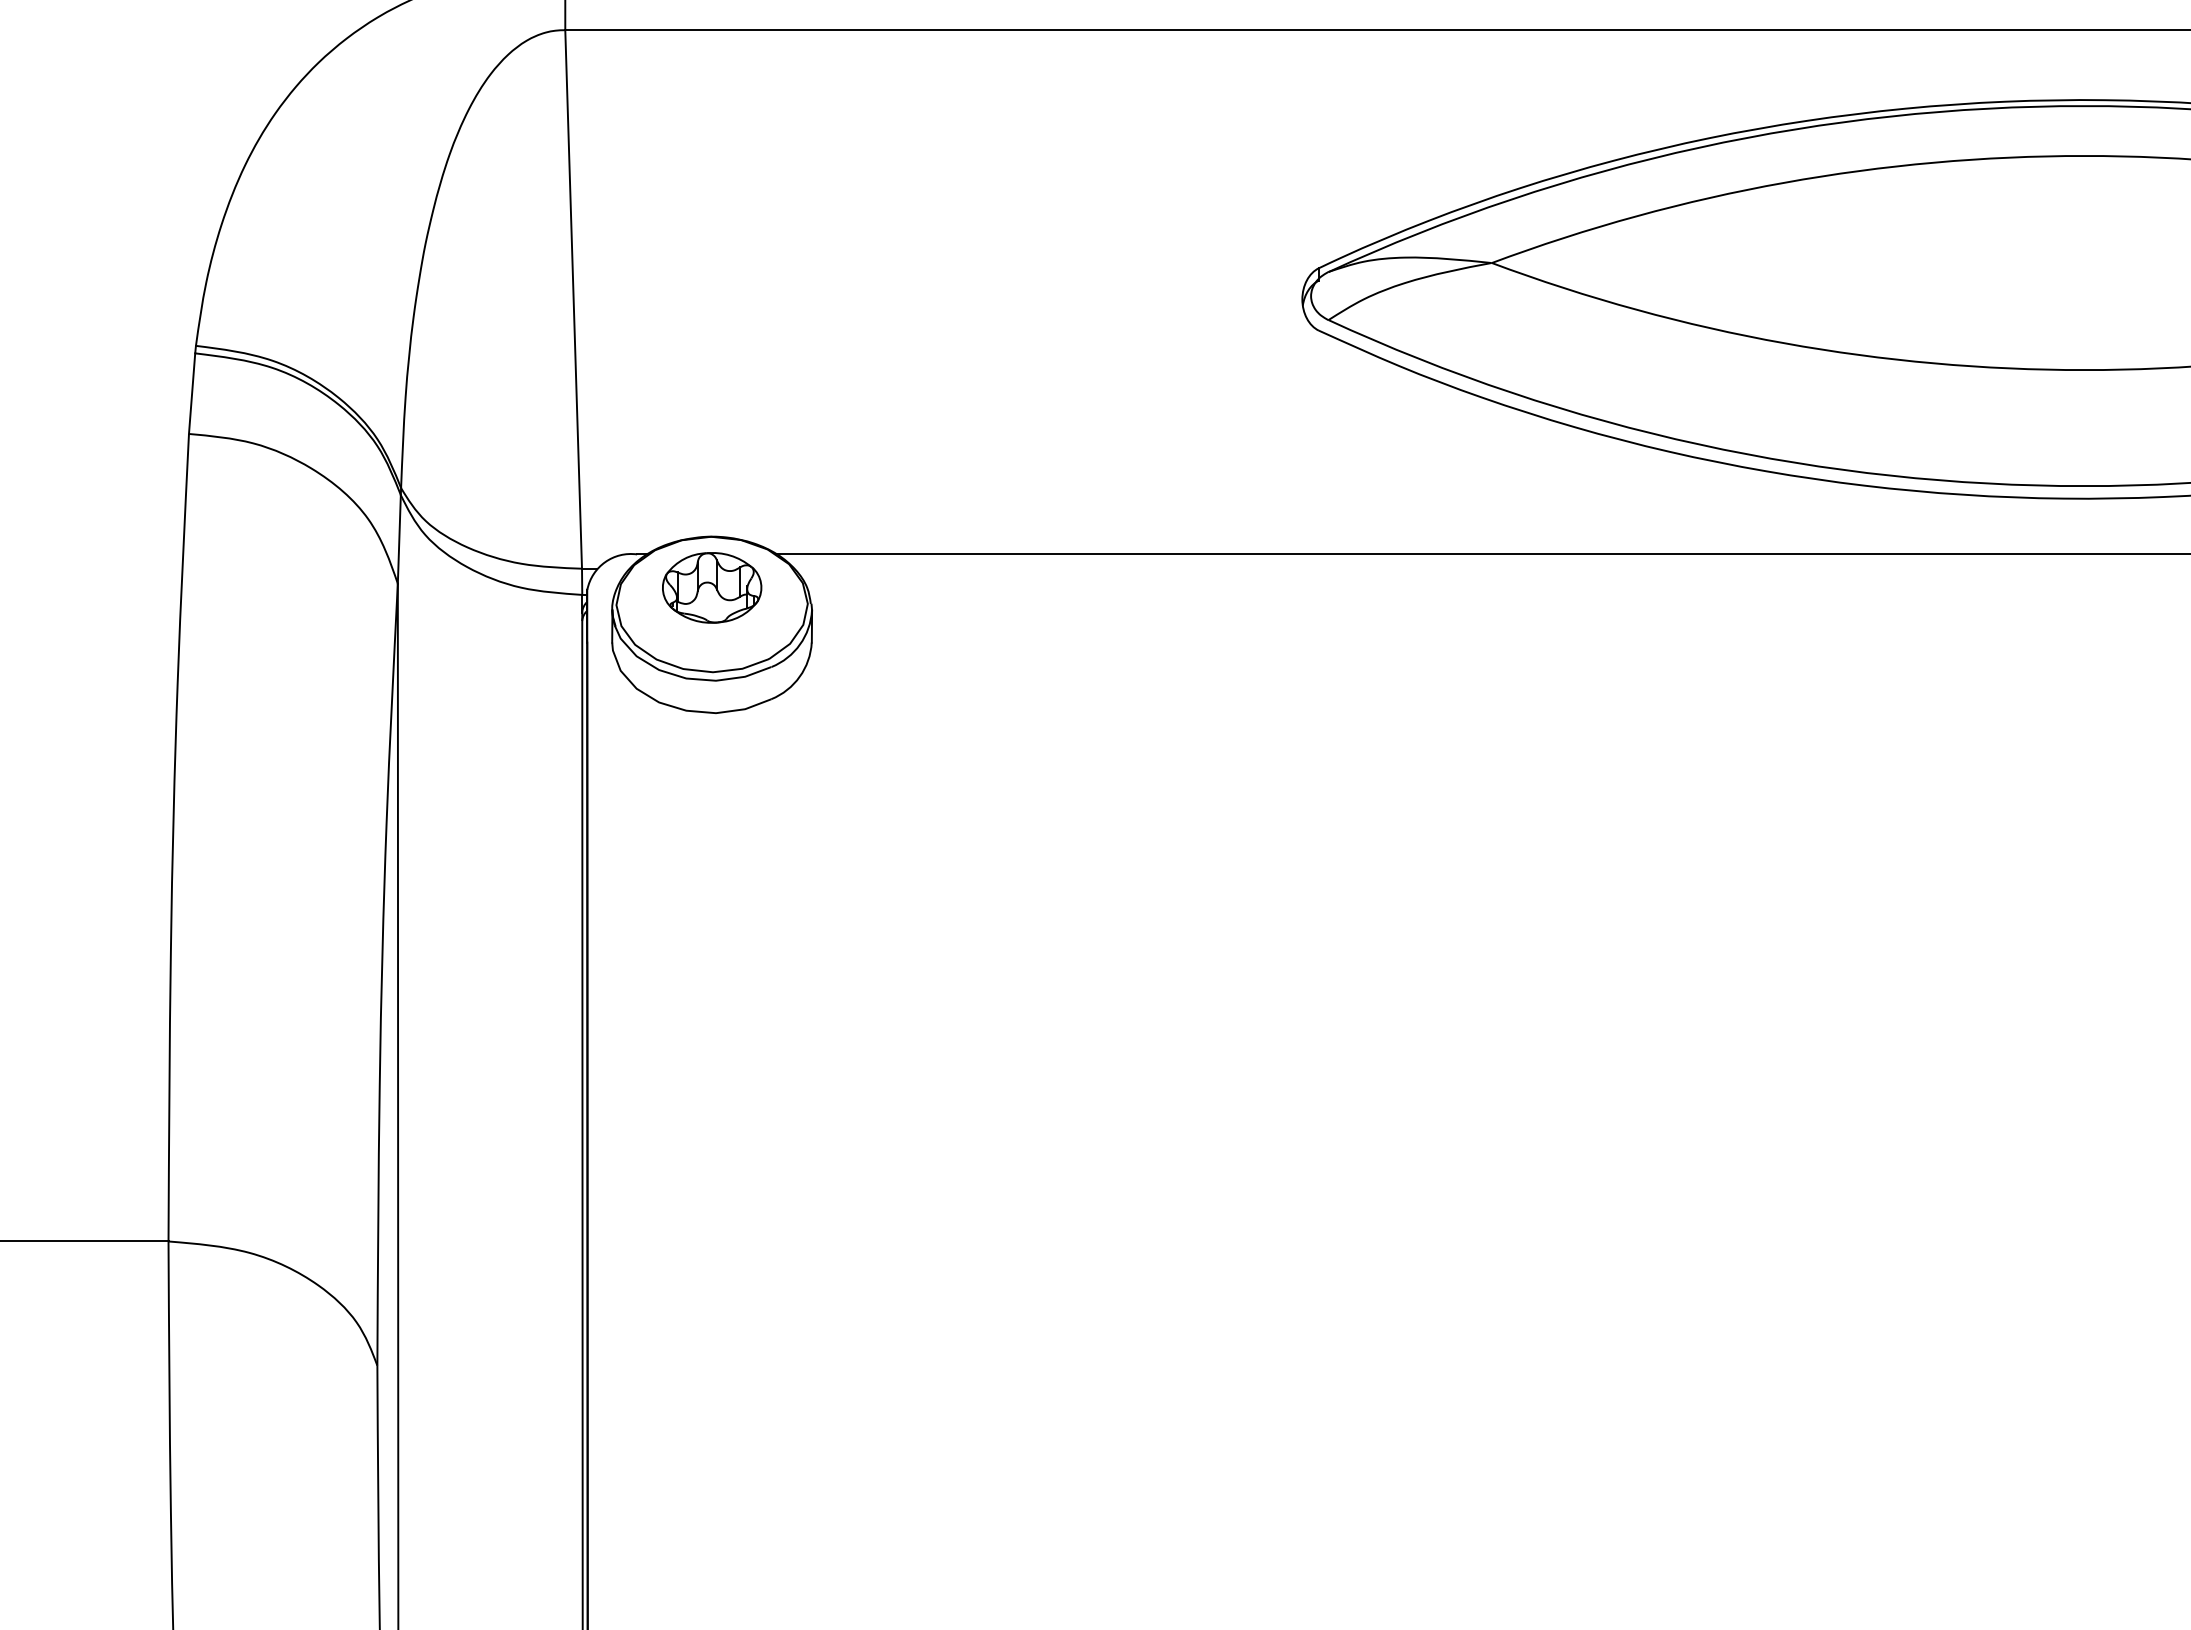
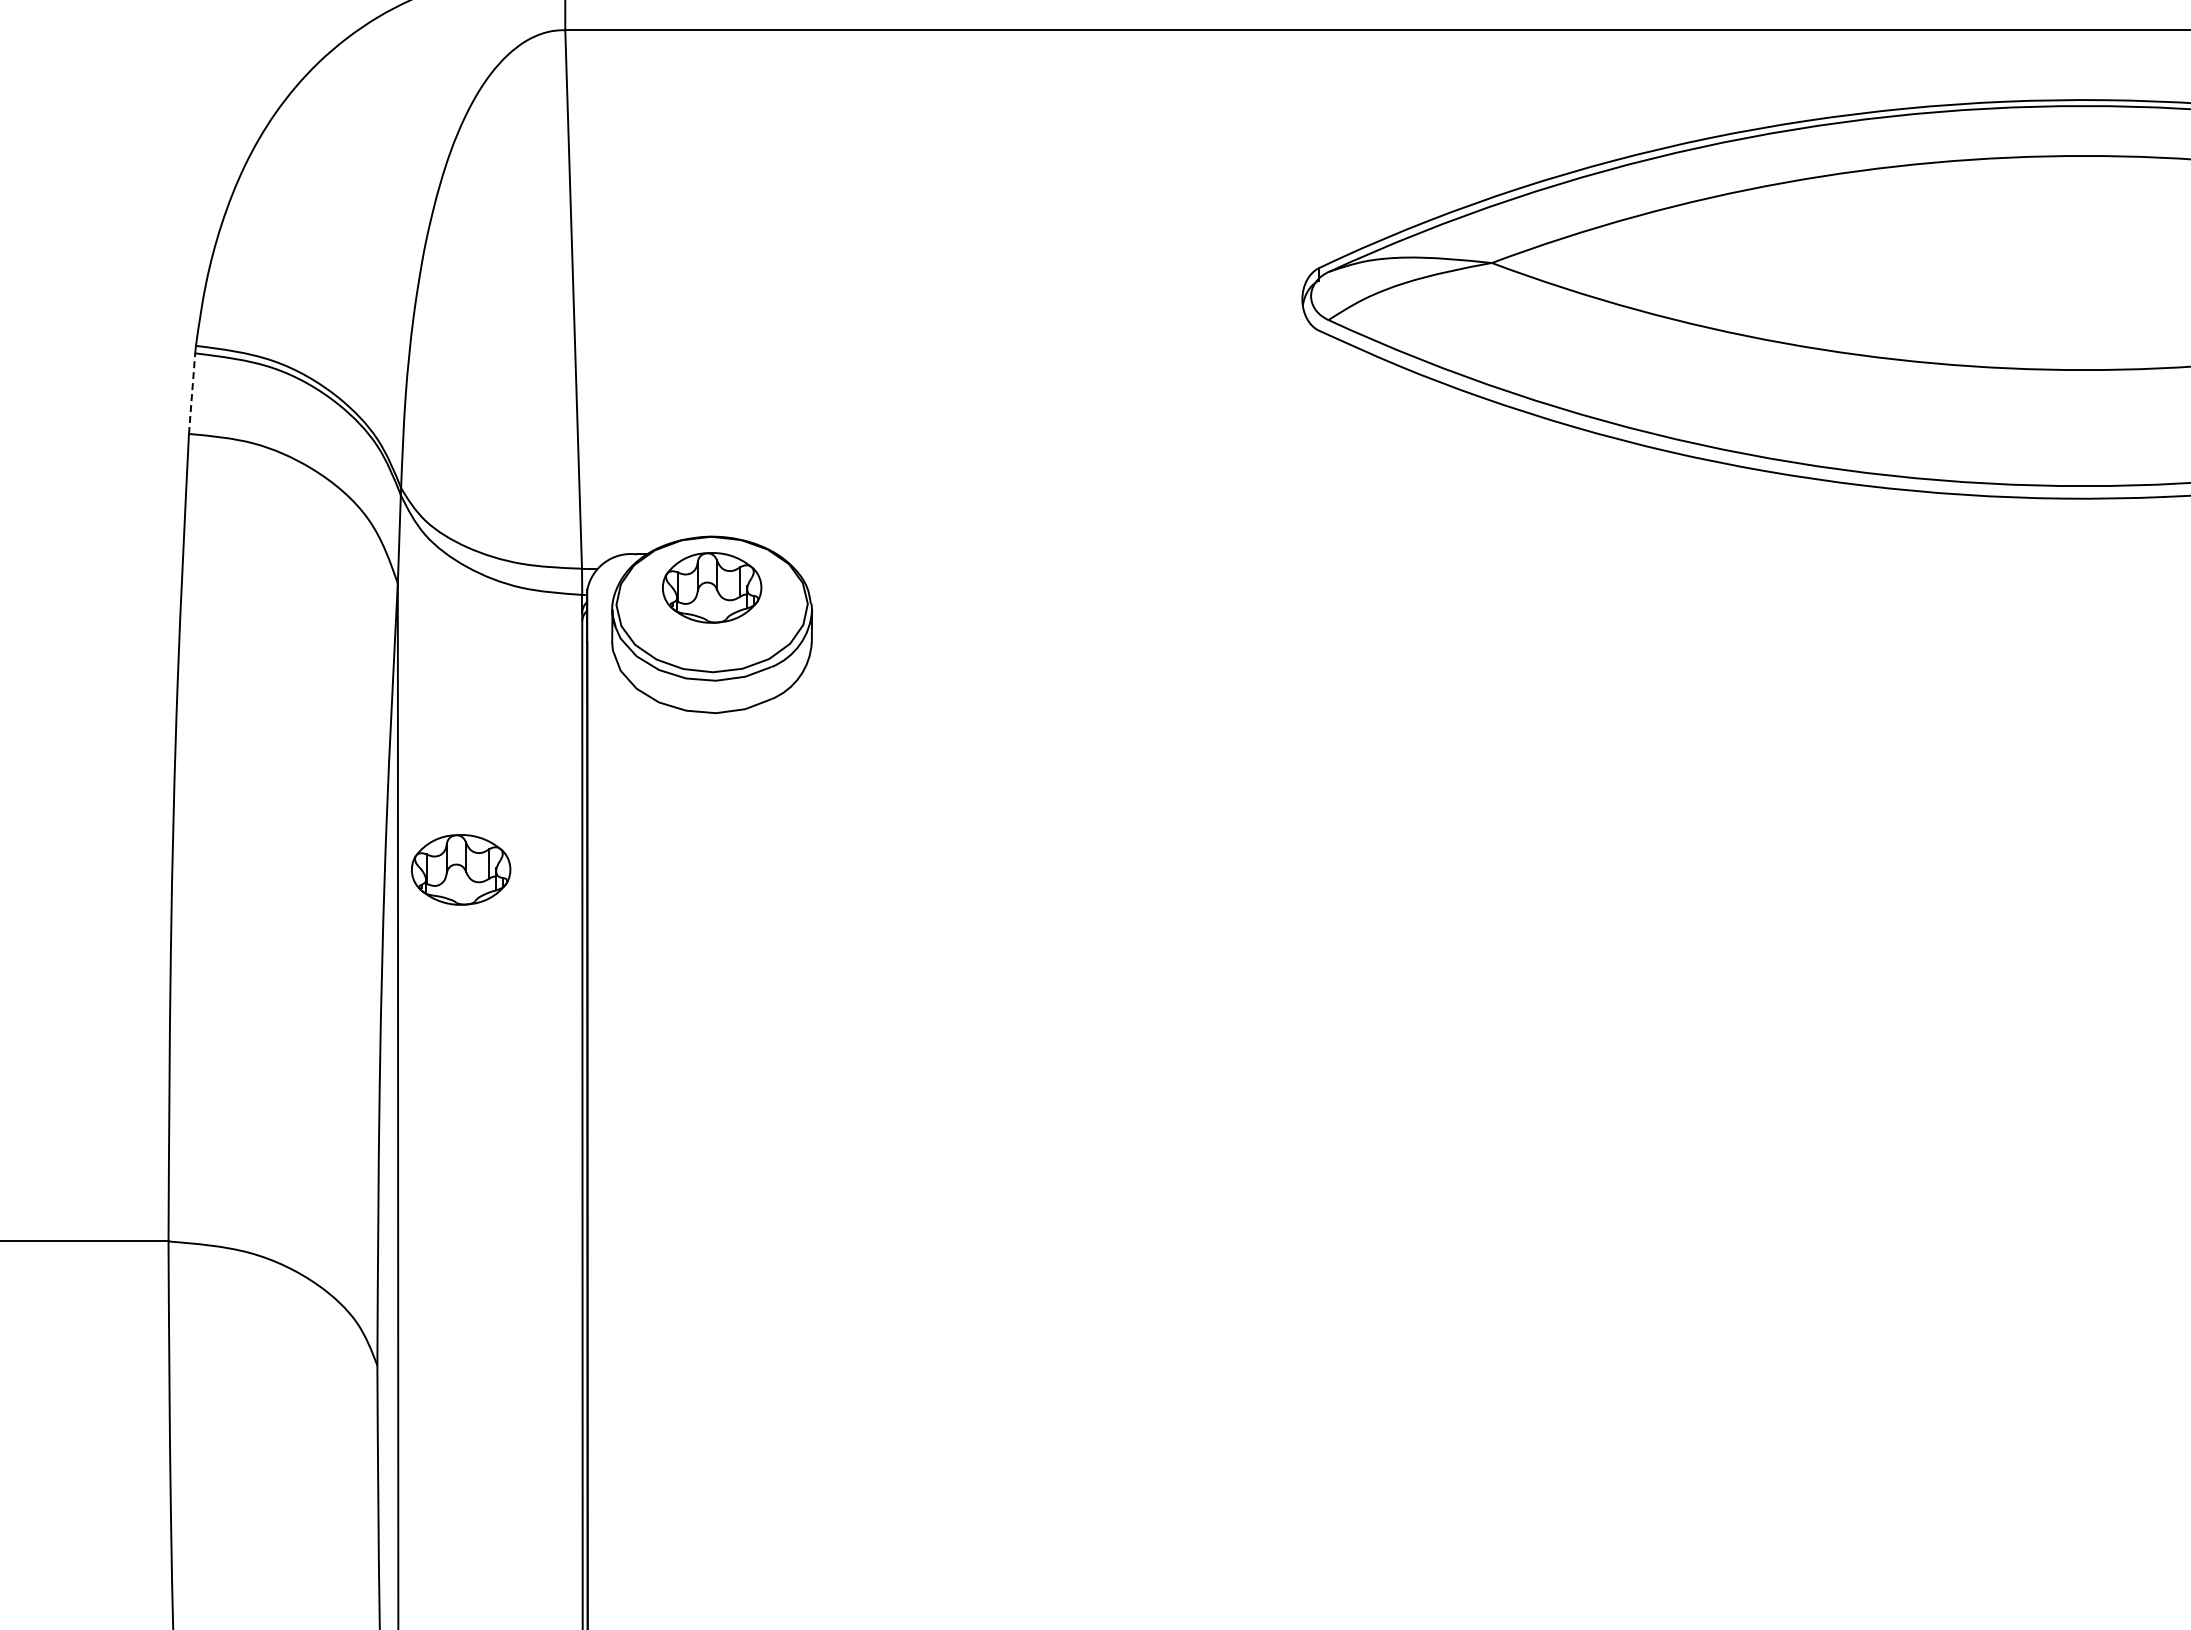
line at (192, 393): solid -> dashed
line at (1482, 554): present -> none
part at (461, 869): none -> present
